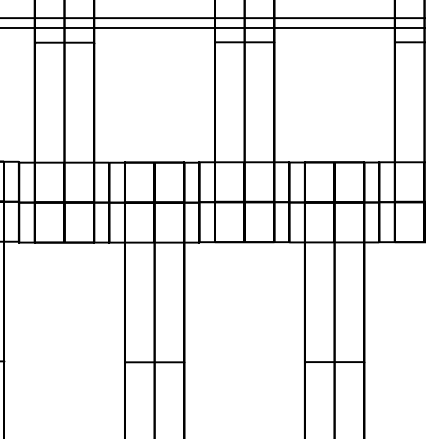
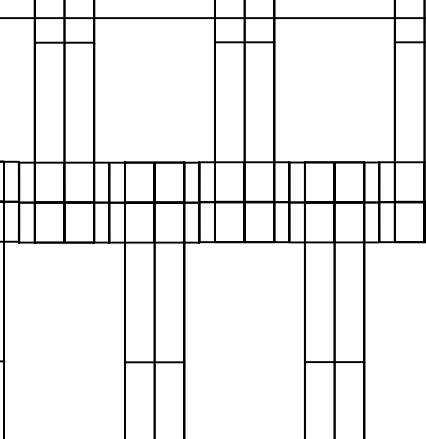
line at (212, 28): present -> none
